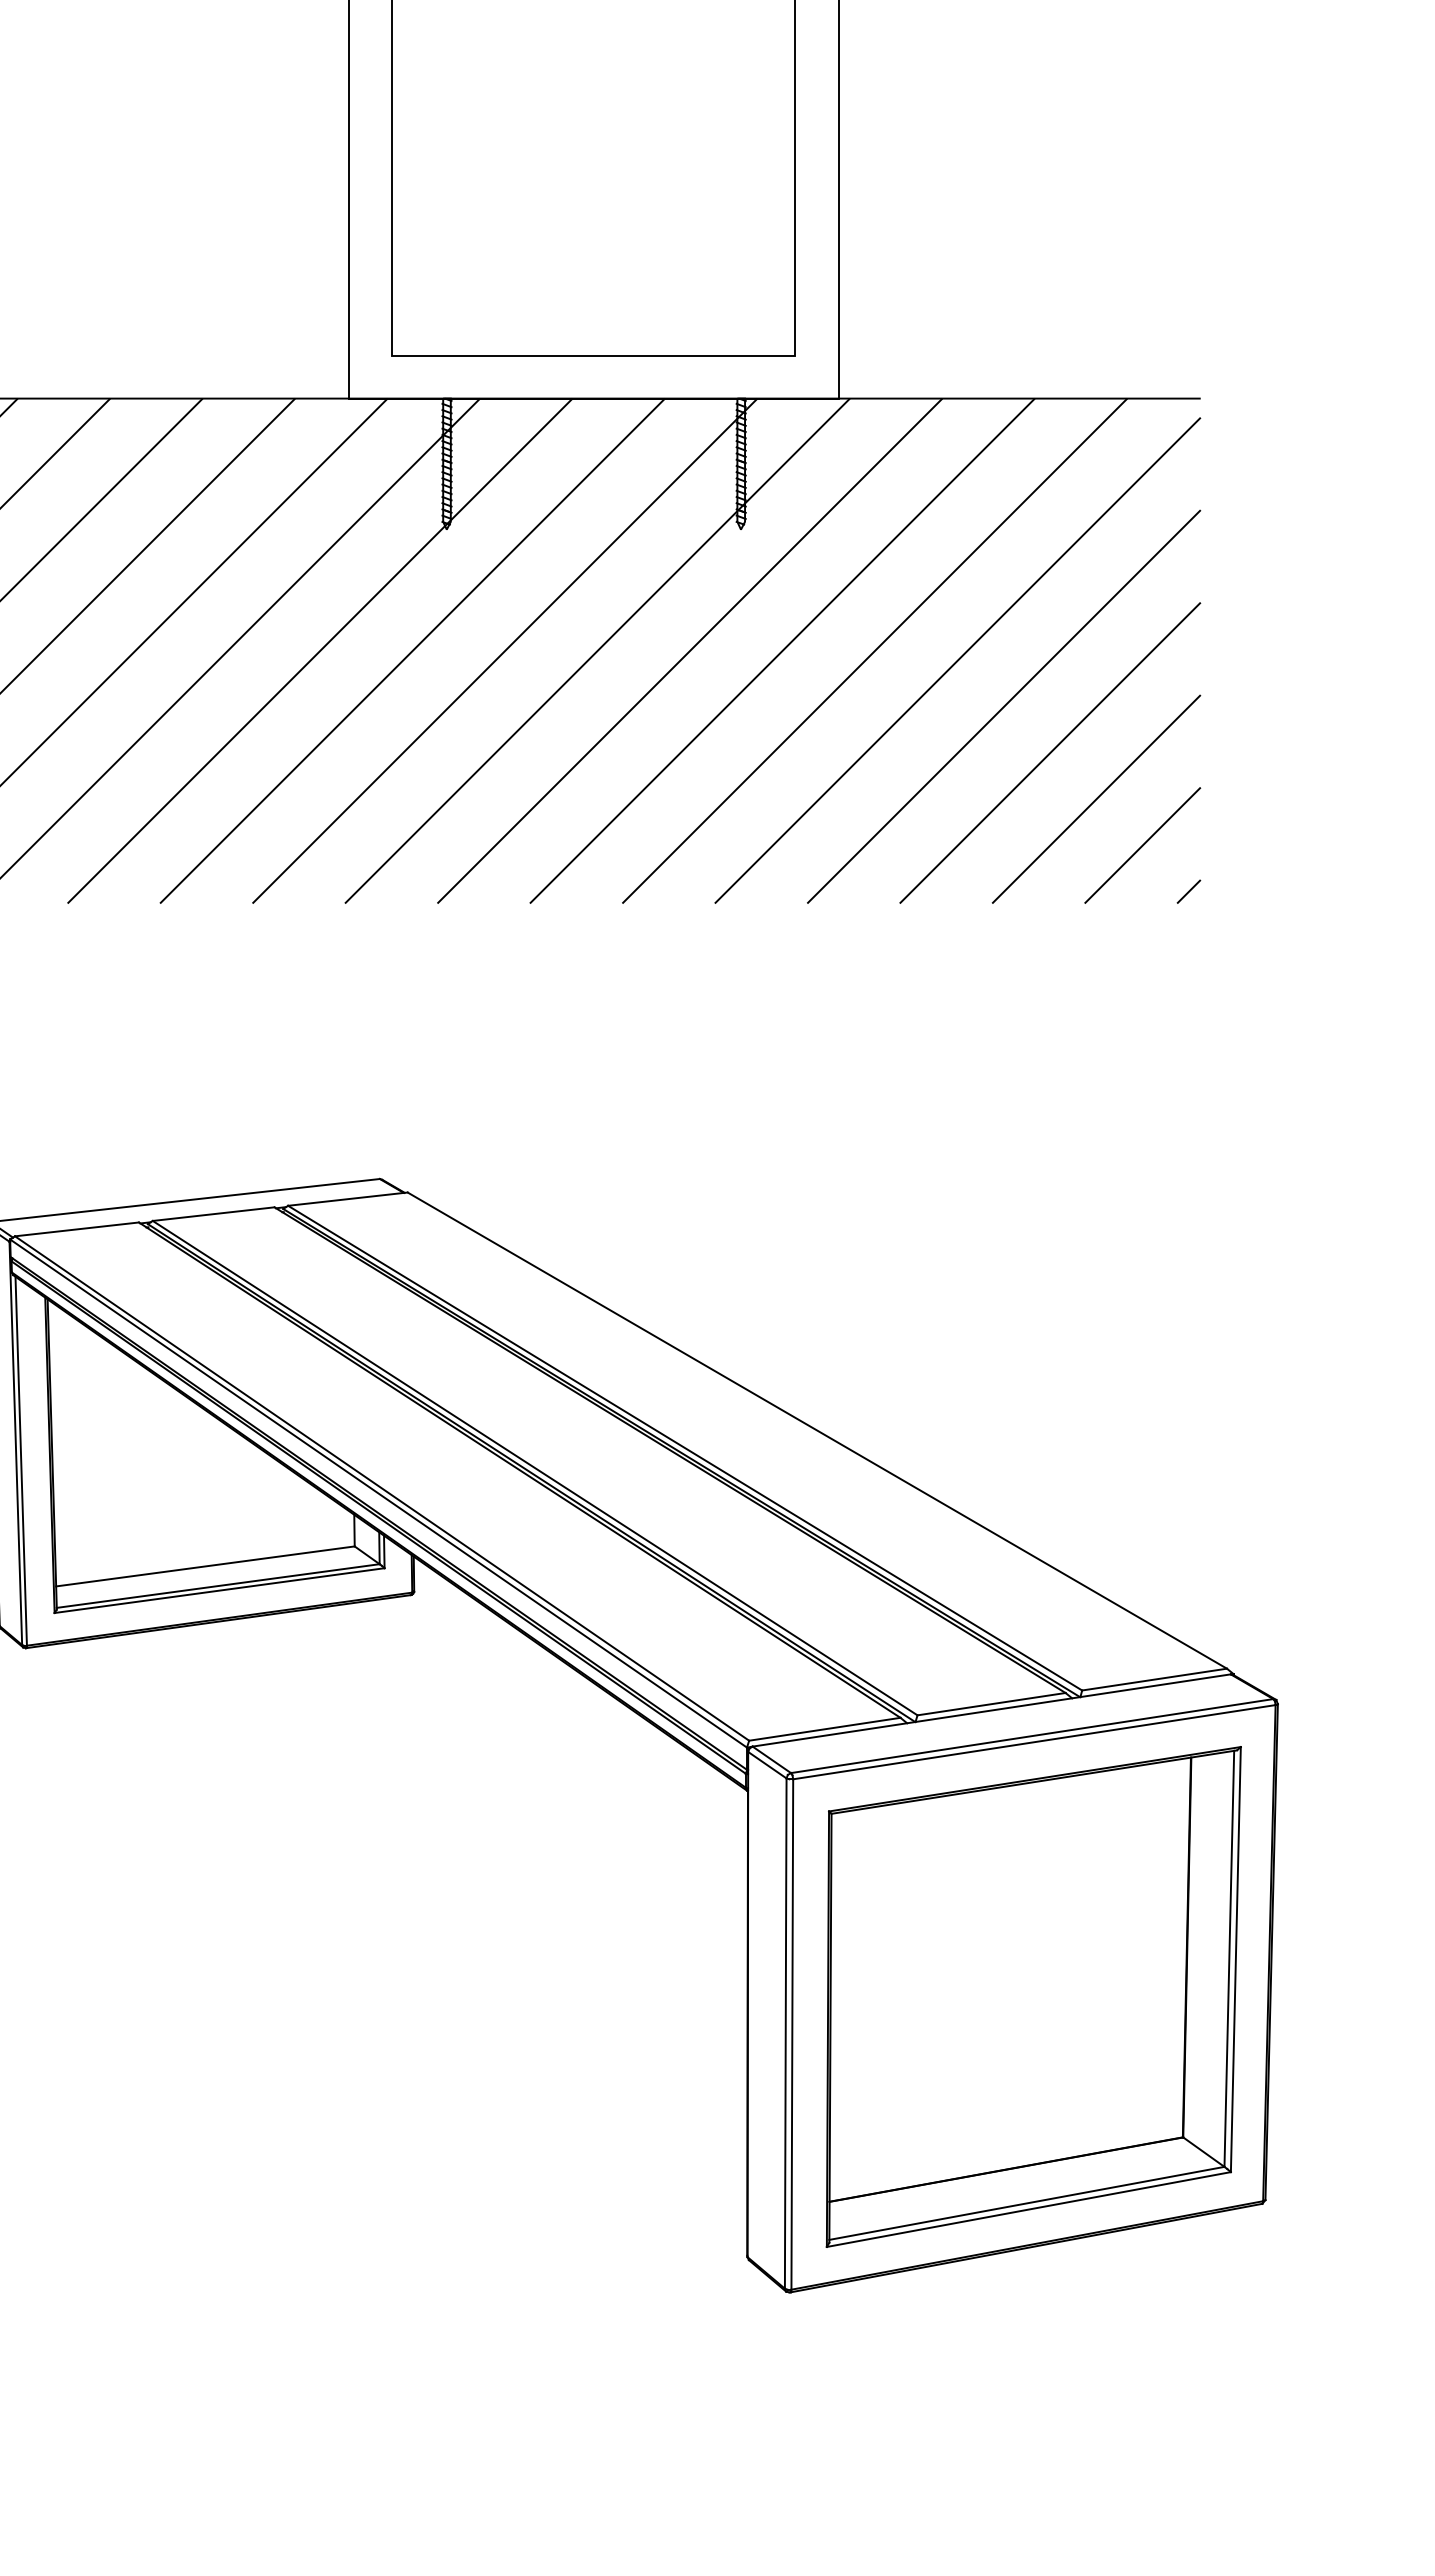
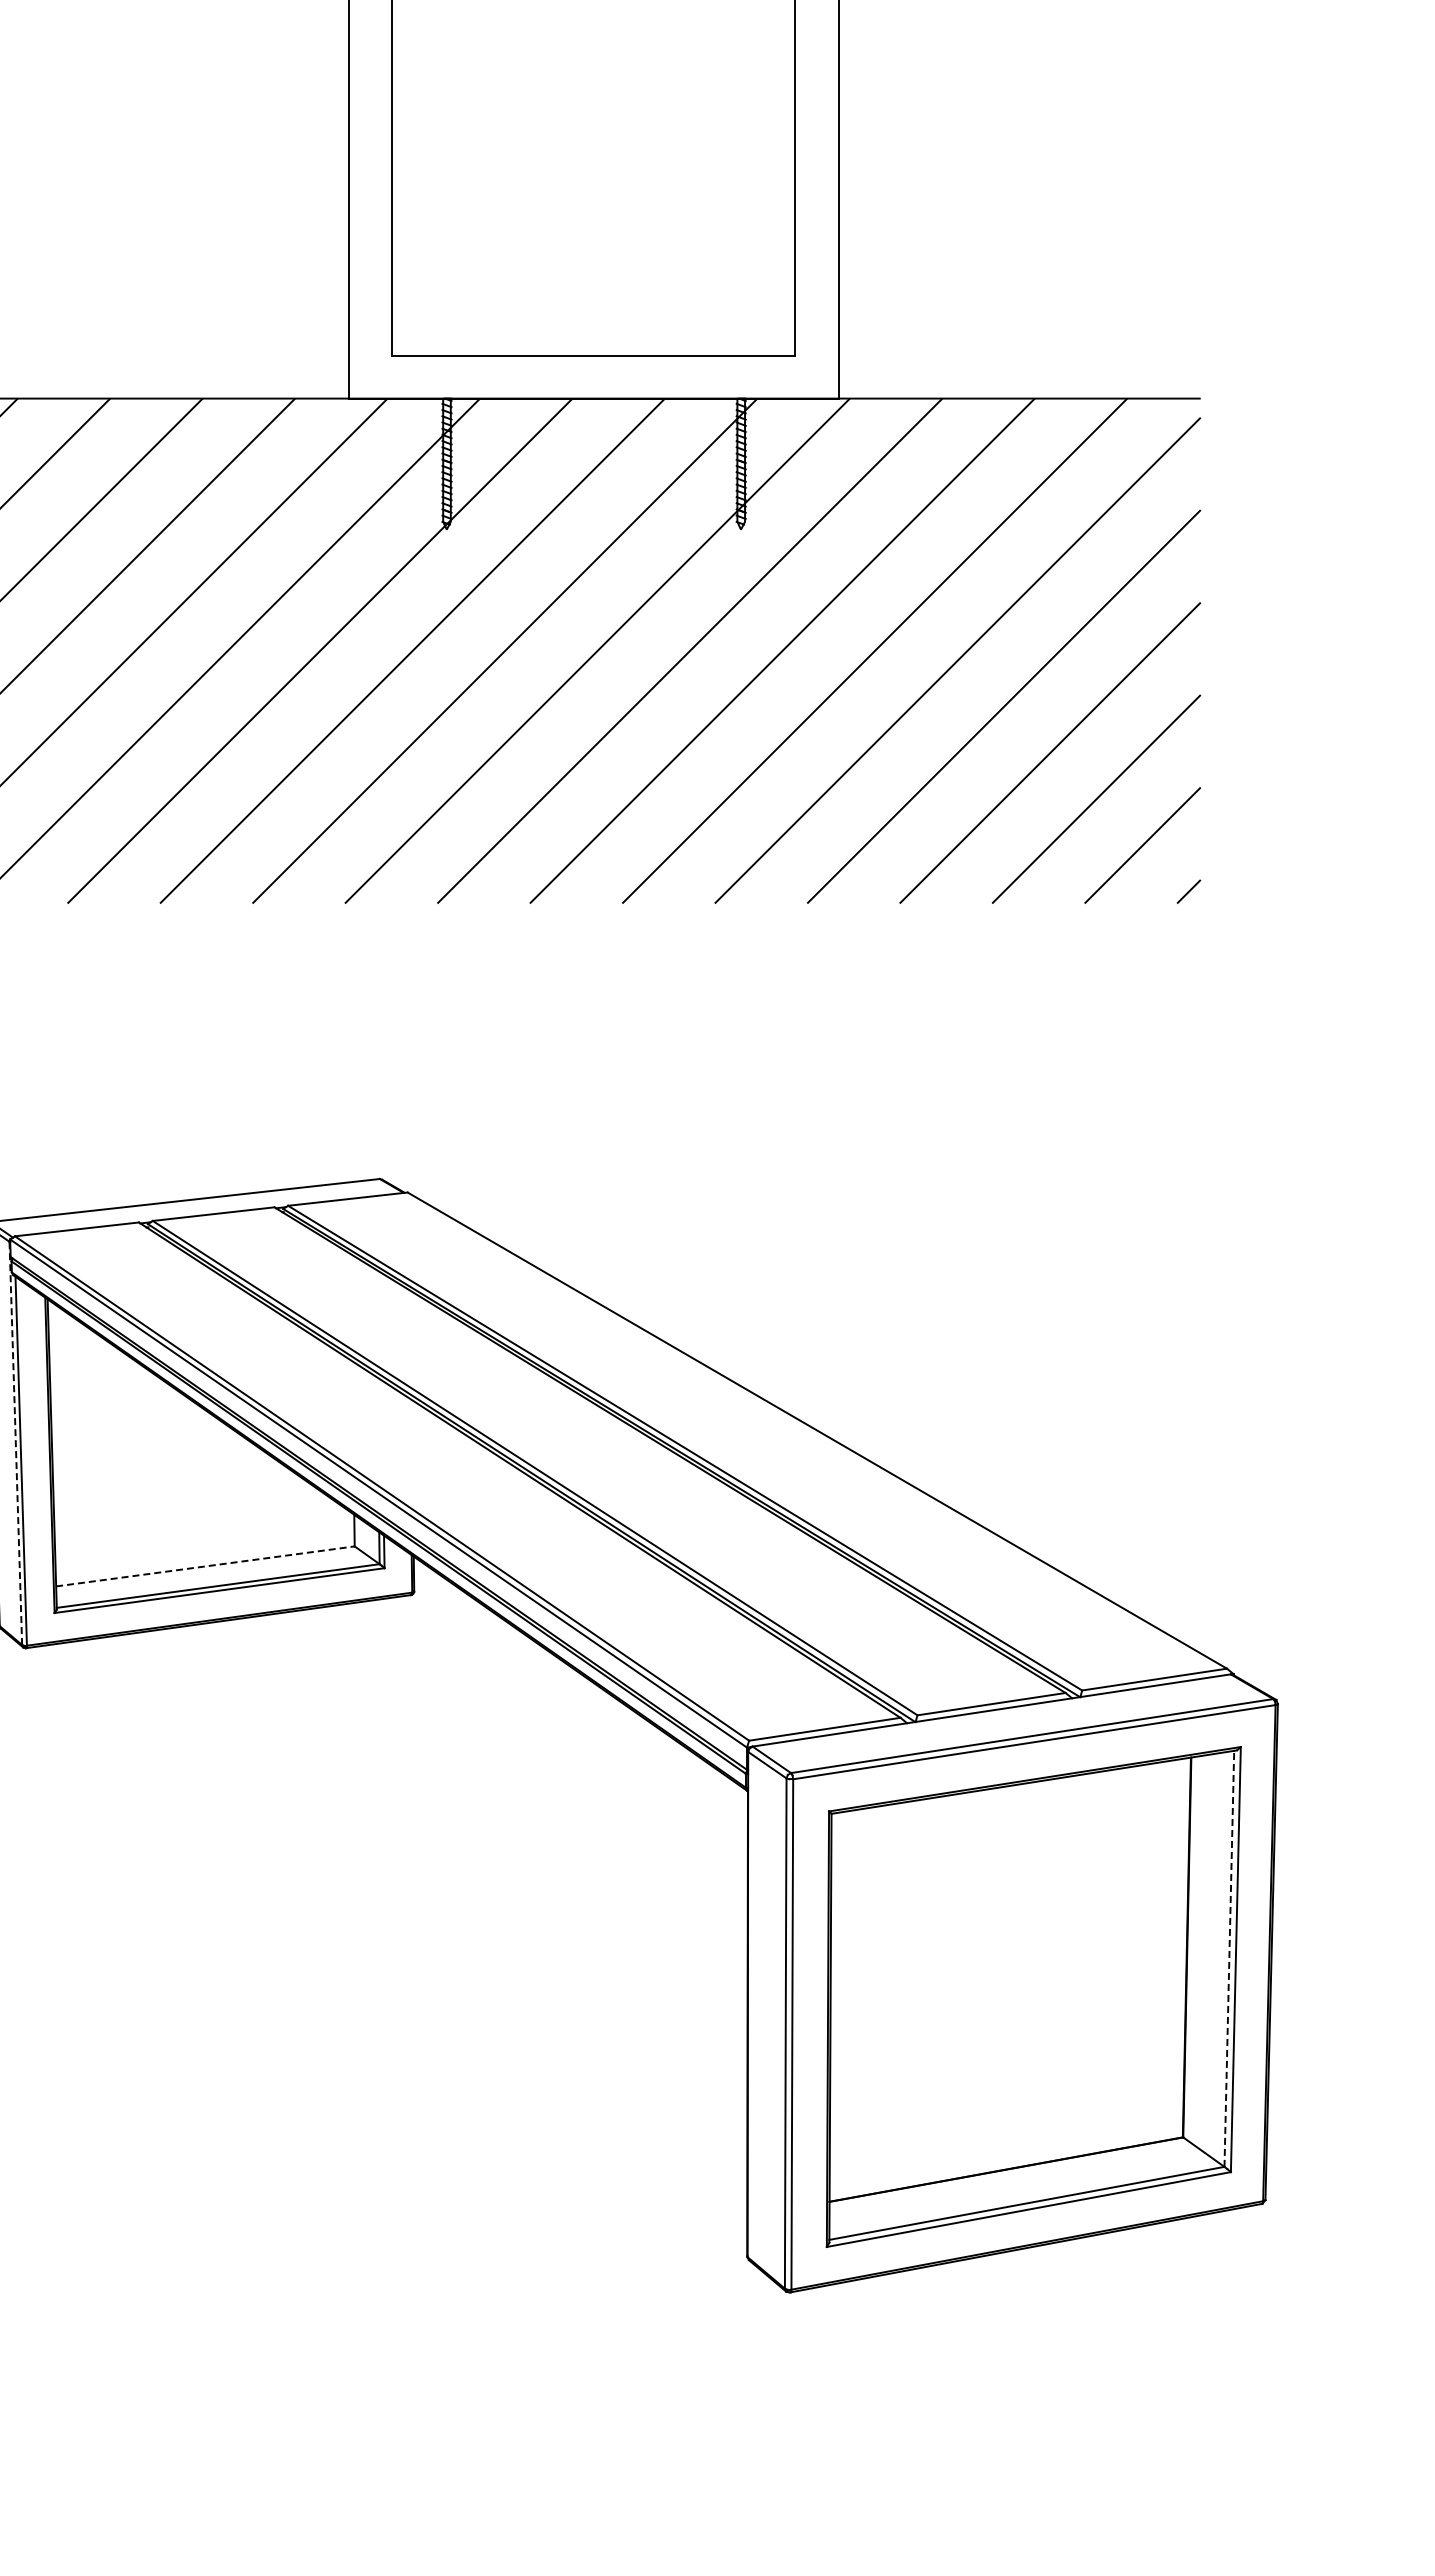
line at (15, 1443): solid -> dashed
line at (205, 1566): solid -> dashed
line at (1229, 1958): solid -> dashed
